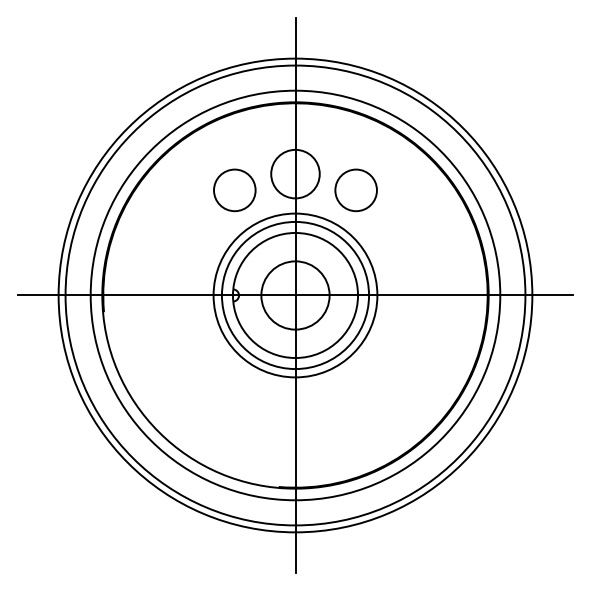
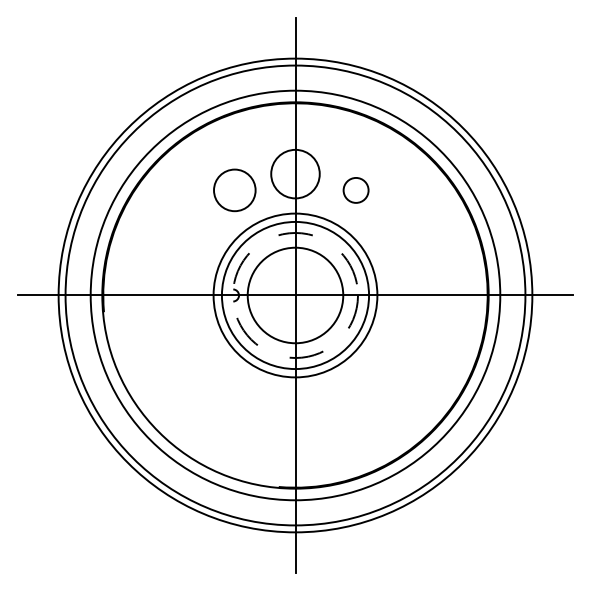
circle at (355, 190) size: 44x45 px -> 28x27 px
circle at (295, 295) diameter: 68 px -> 96 px
circle at (295, 295): solid -> dashed
